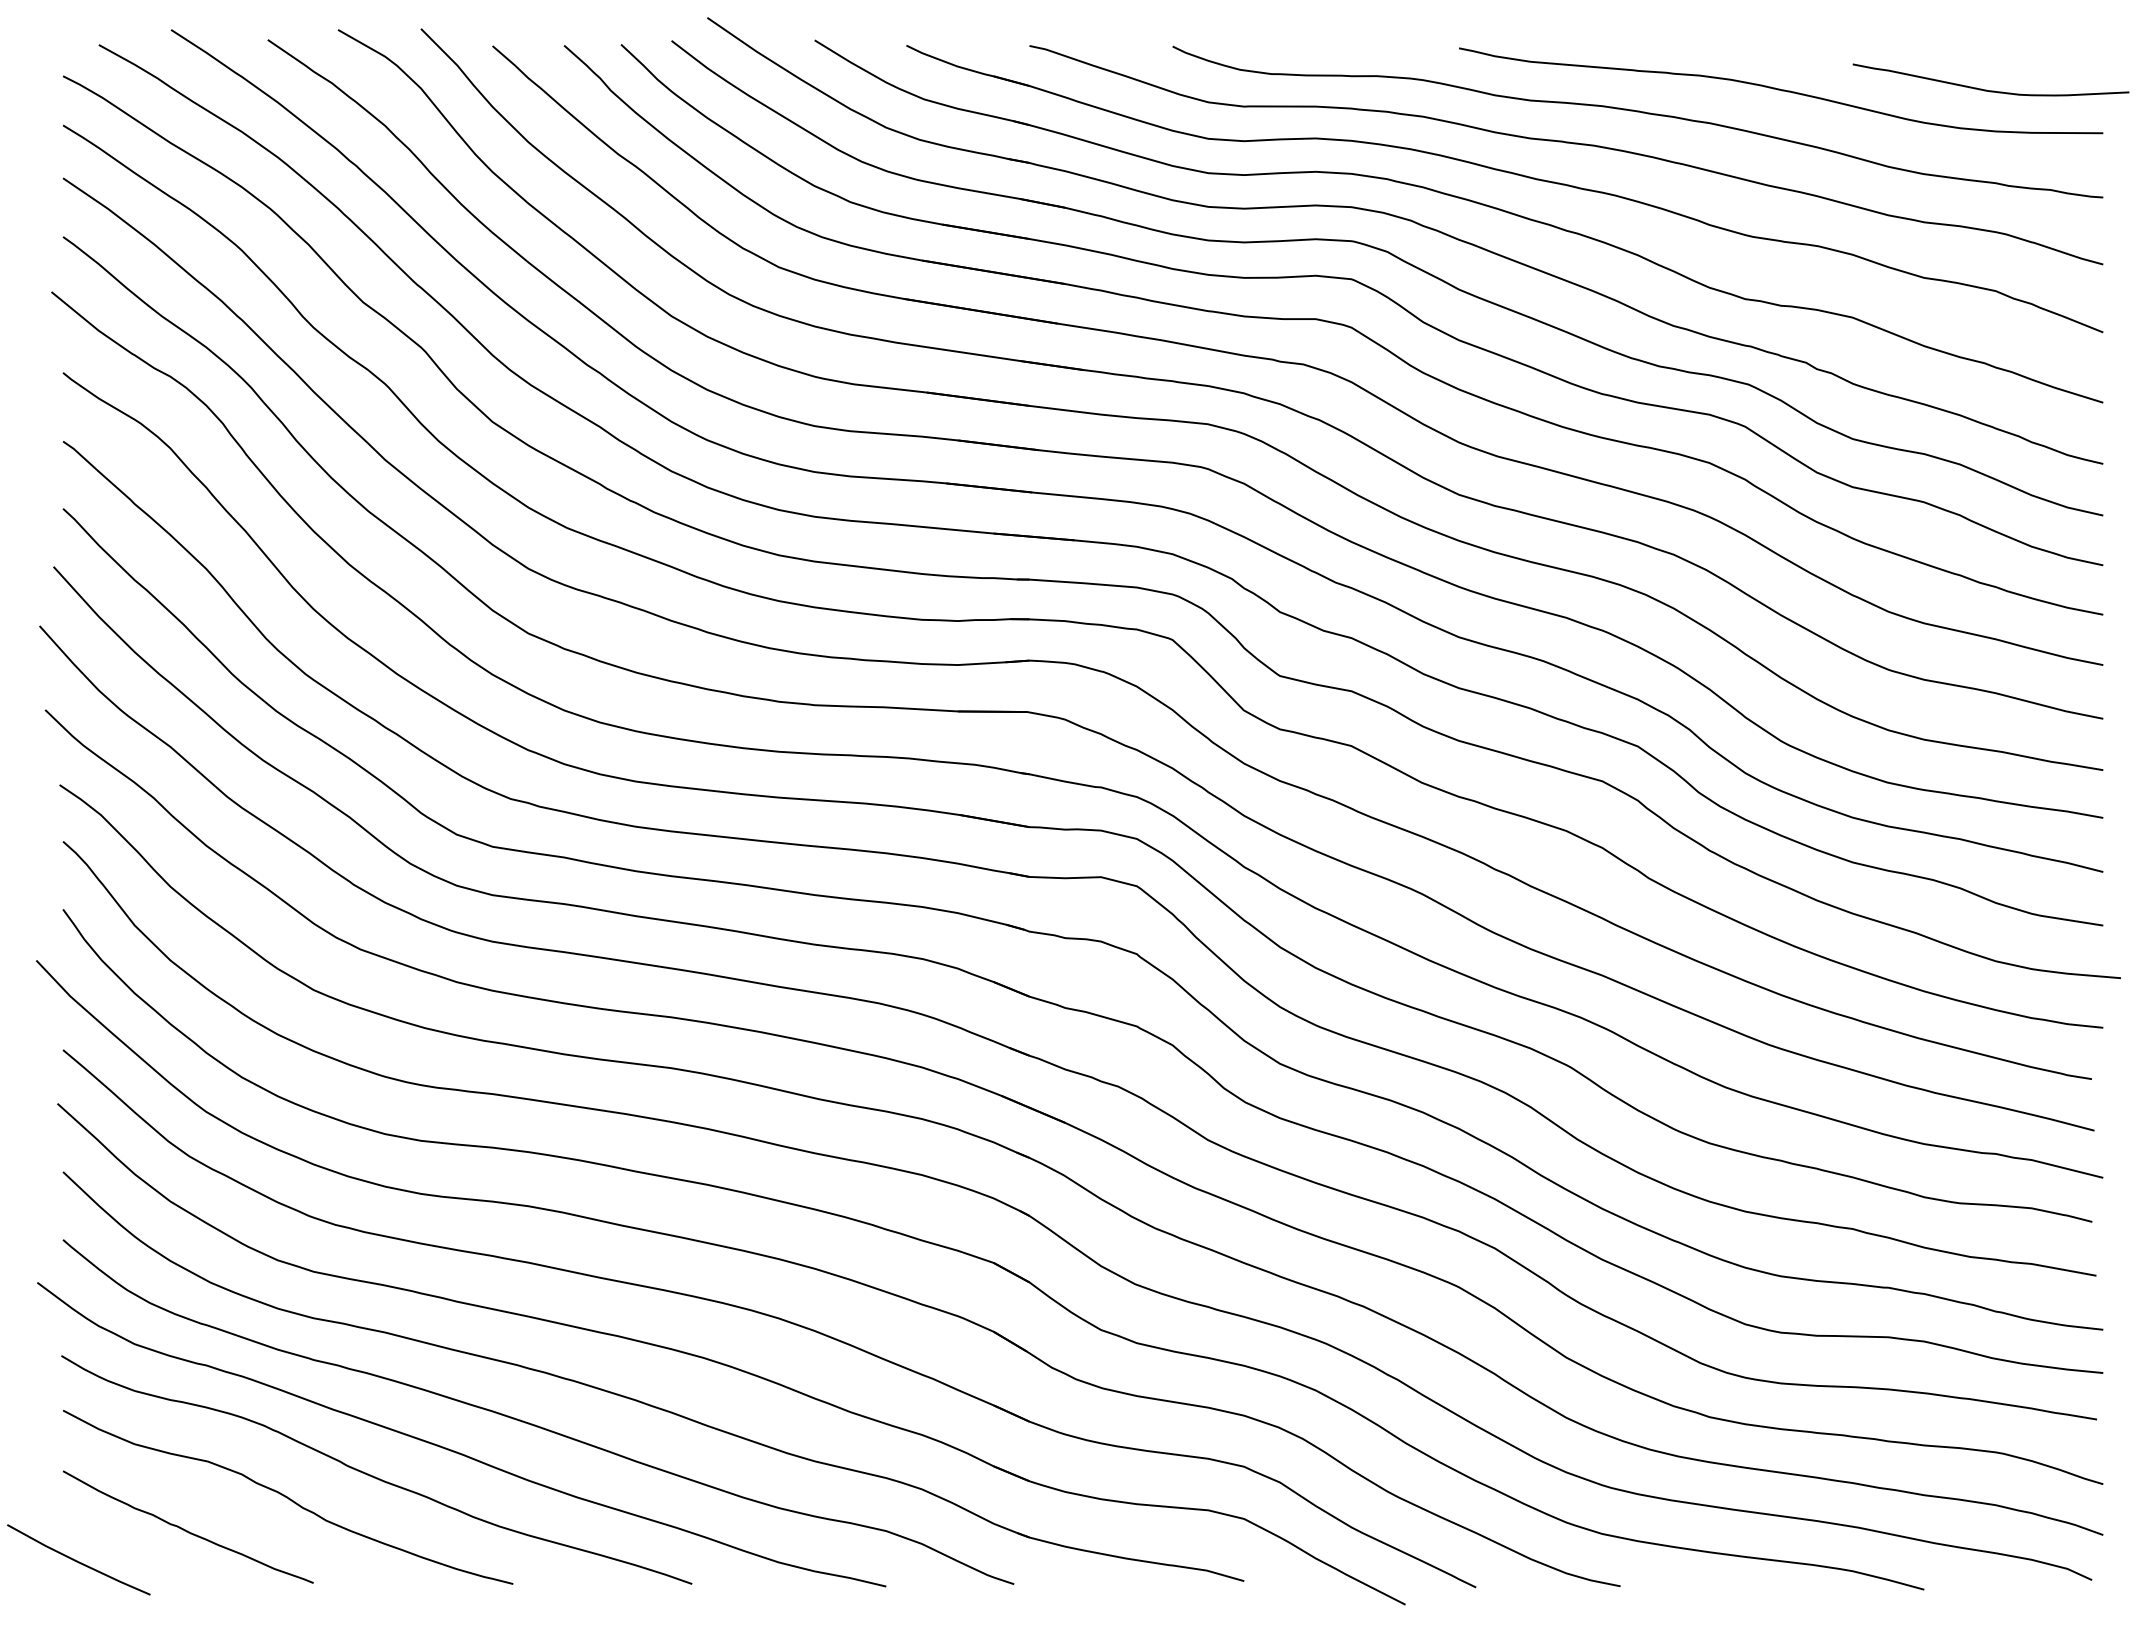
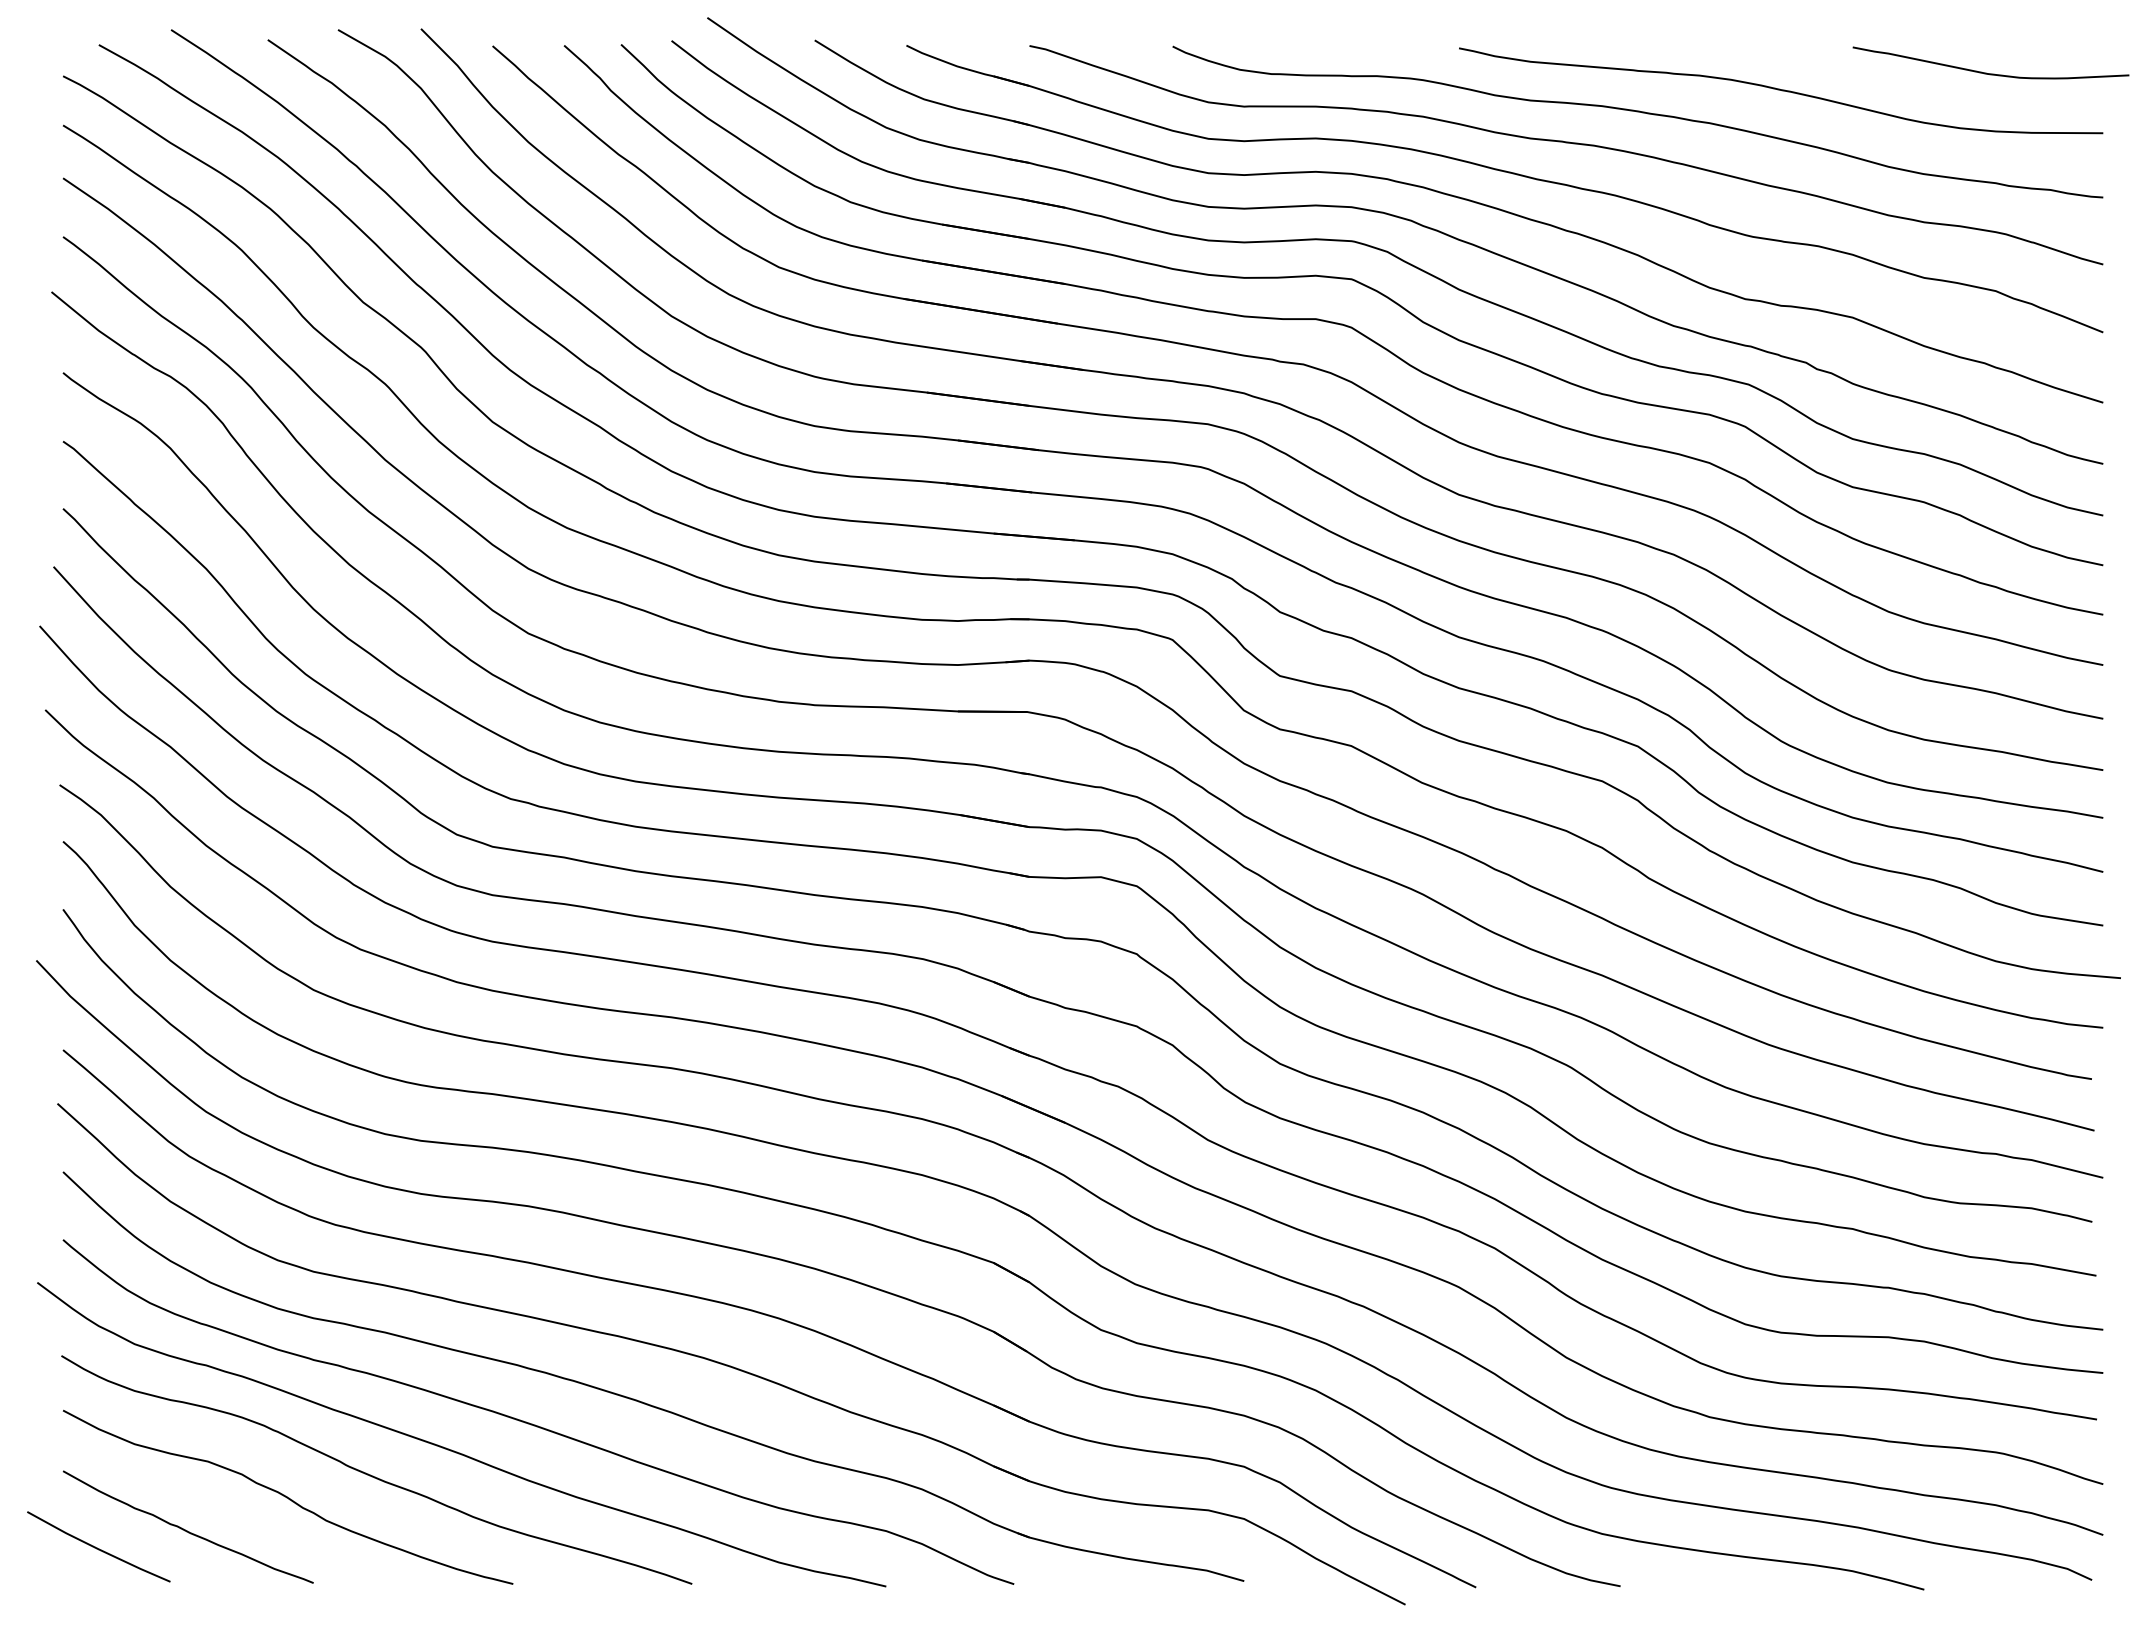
curve at (1986, 89) position: (1986, 89) -> (1986, 72)
line at (77, 1560) position: (77, 1560) -> (97, 1547)
